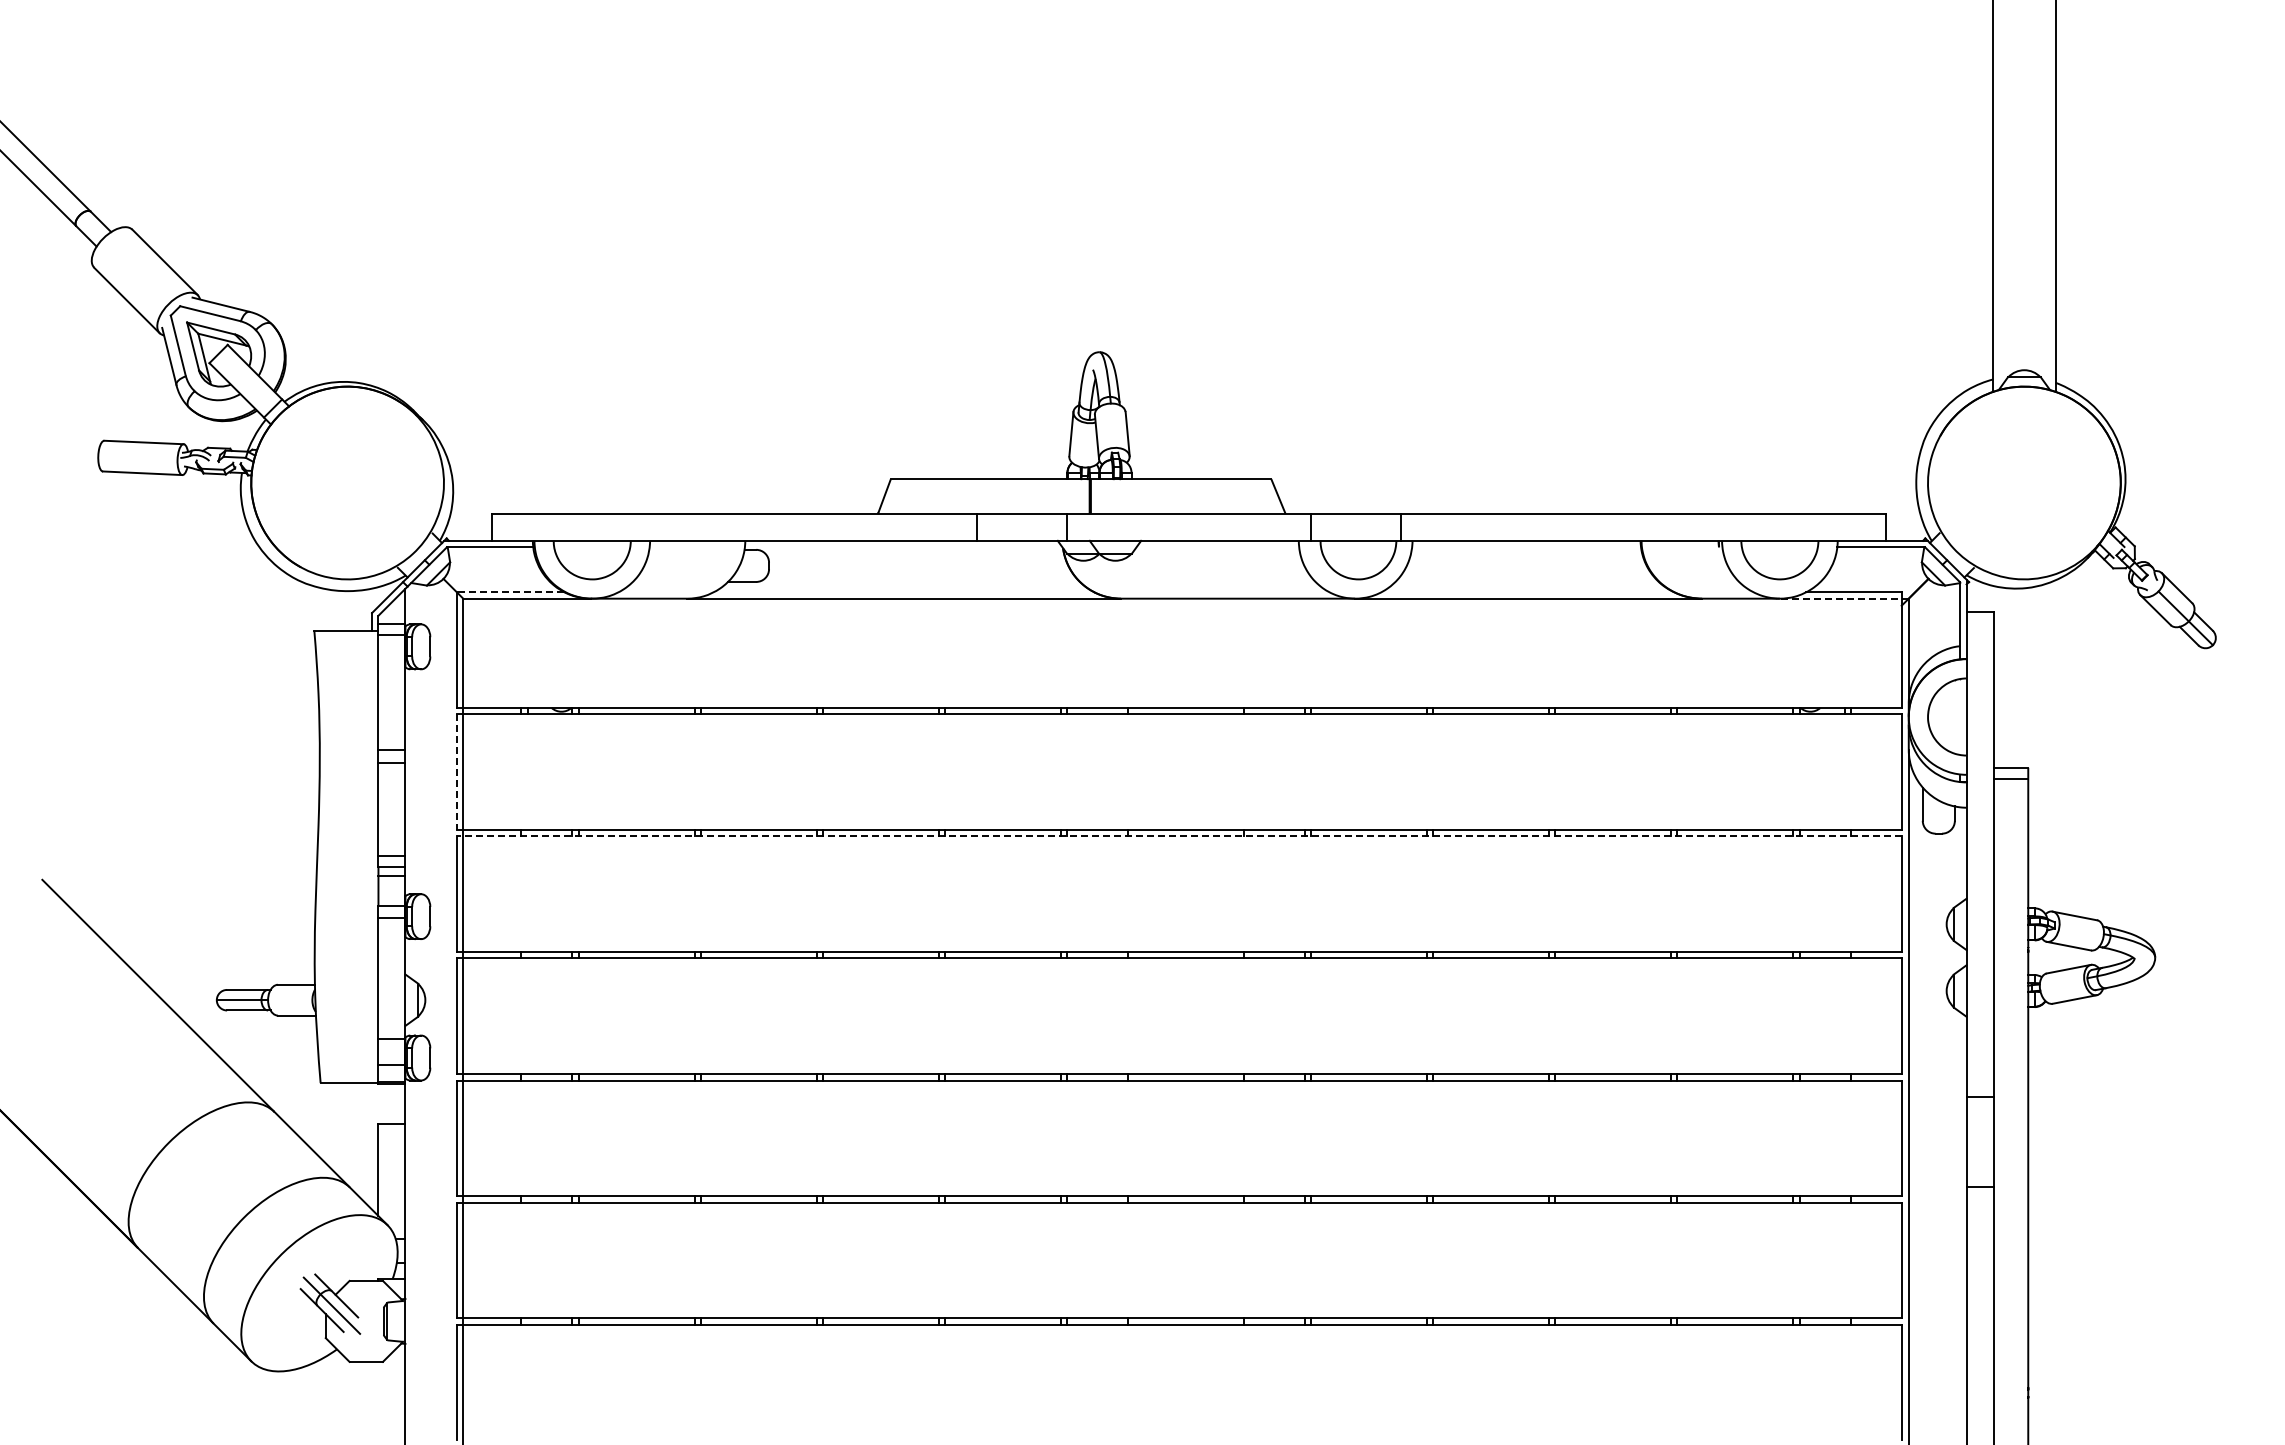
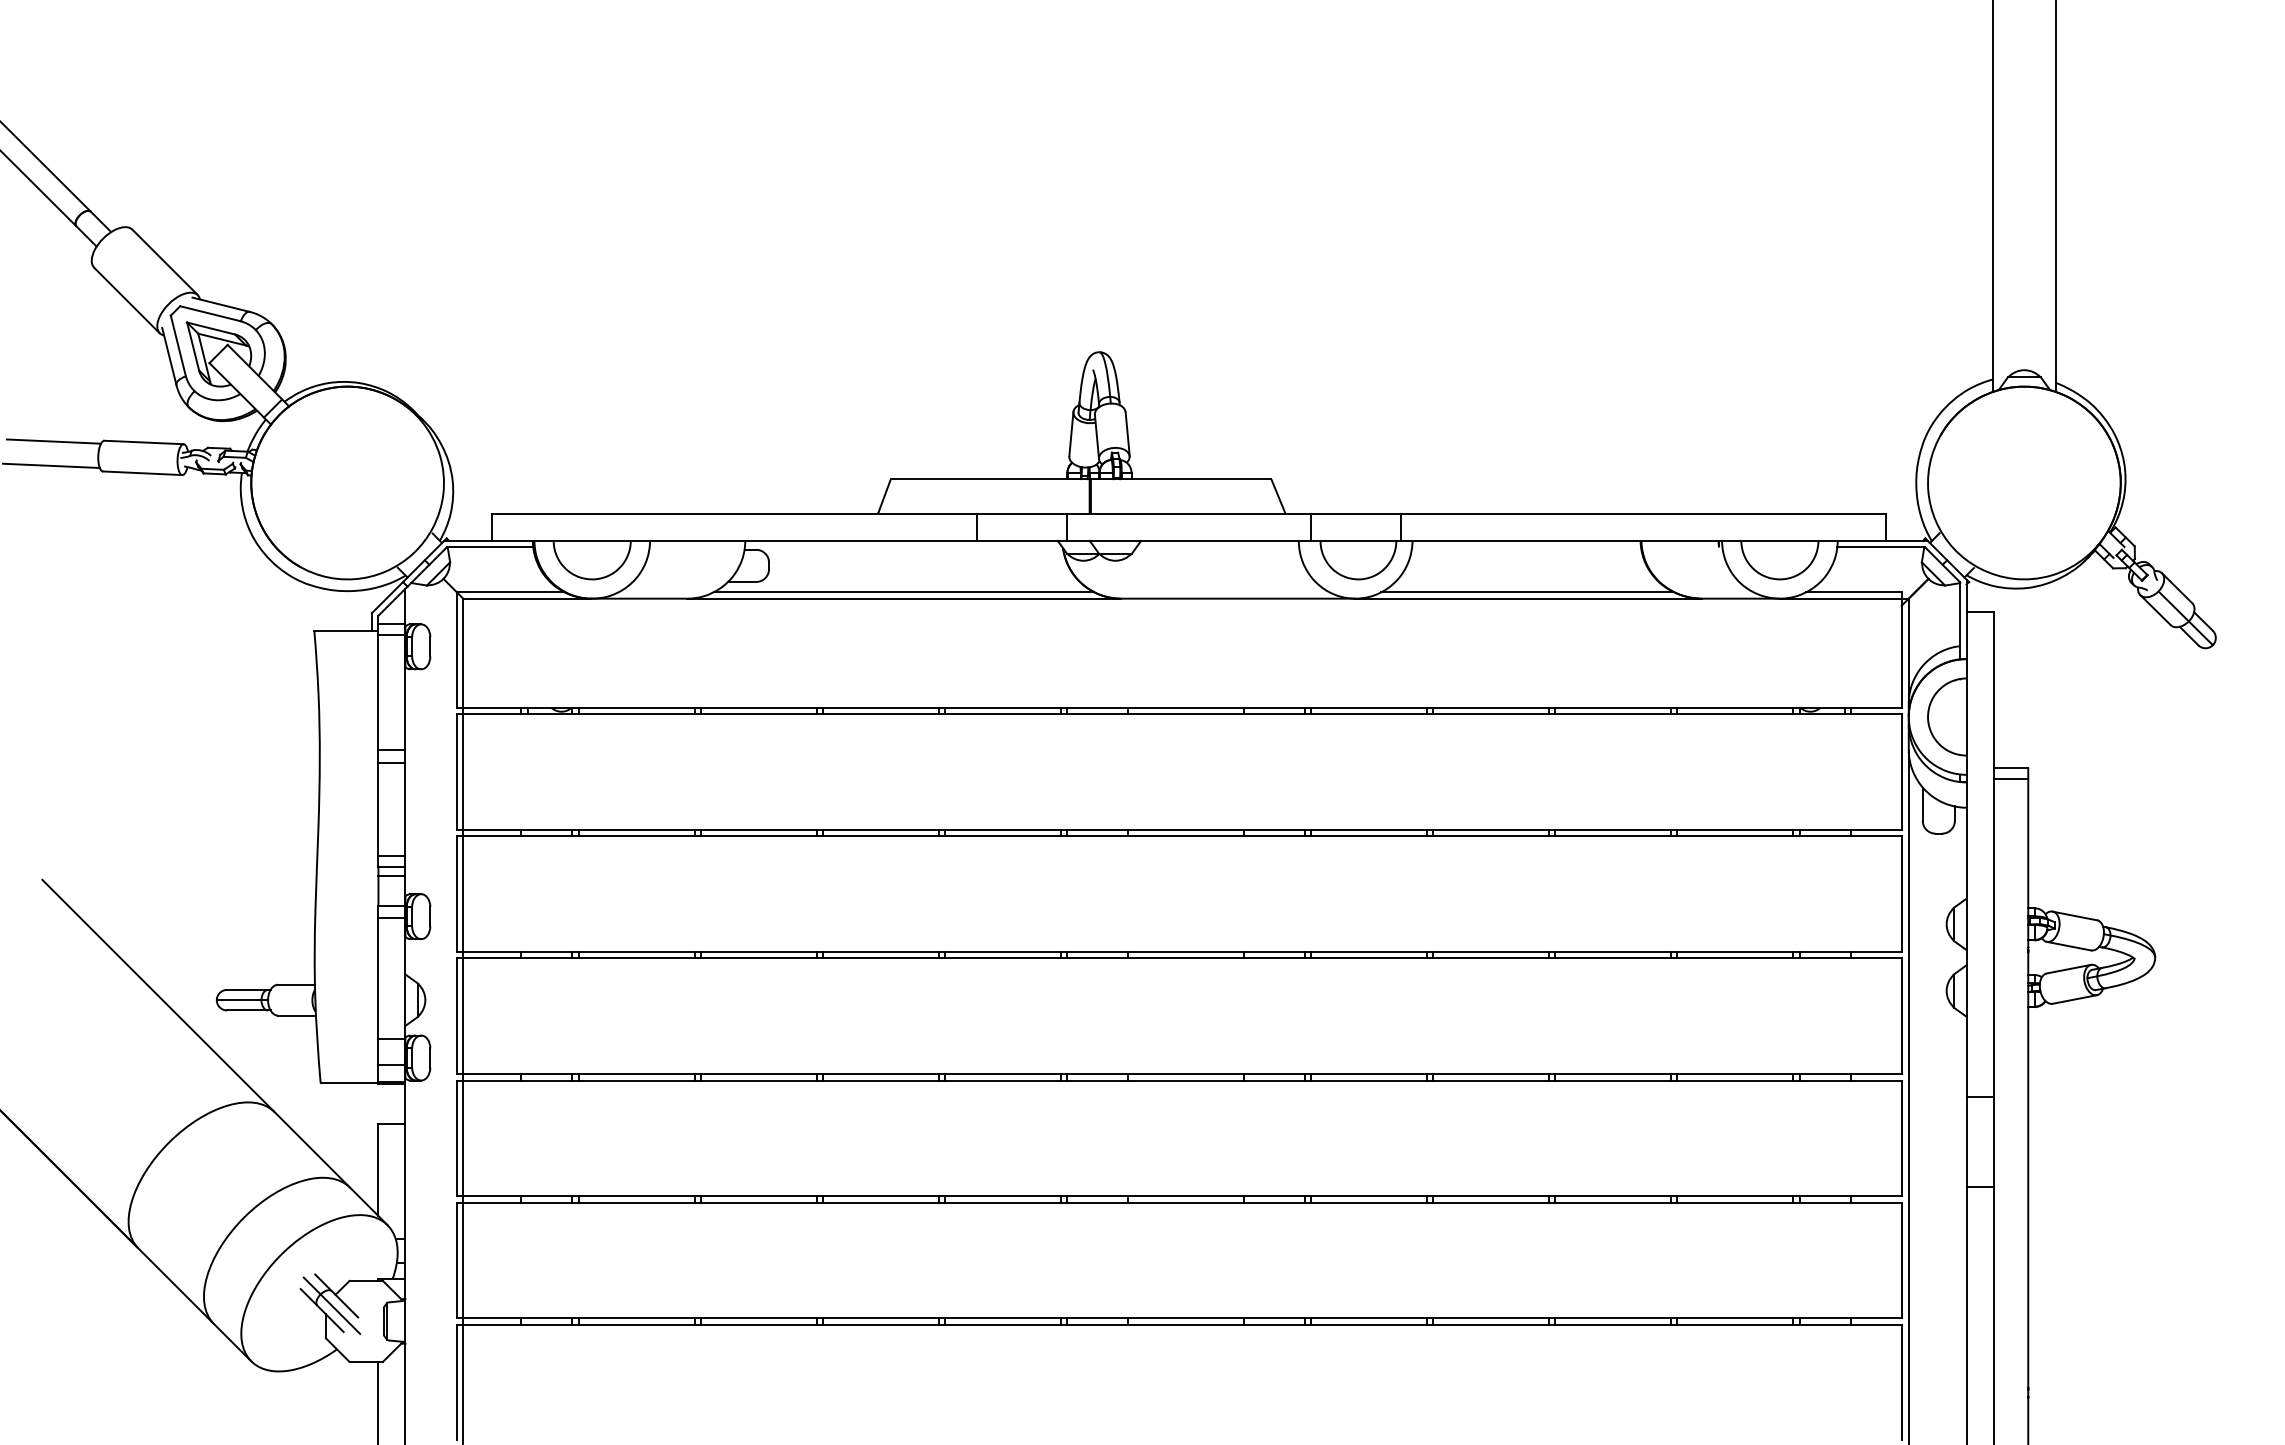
line at (53, 441): none -> present
line at (51, 465): none -> present
line at (510, 592): dashed -> solid
line at (903, 592): none -> present
line at (1527, 592): none -> present
line at (1843, 598): dashed -> solid
line at (457, 772): dashed -> solid
line at (1179, 836): dashed -> solid
line at (378, 1401): none -> present
